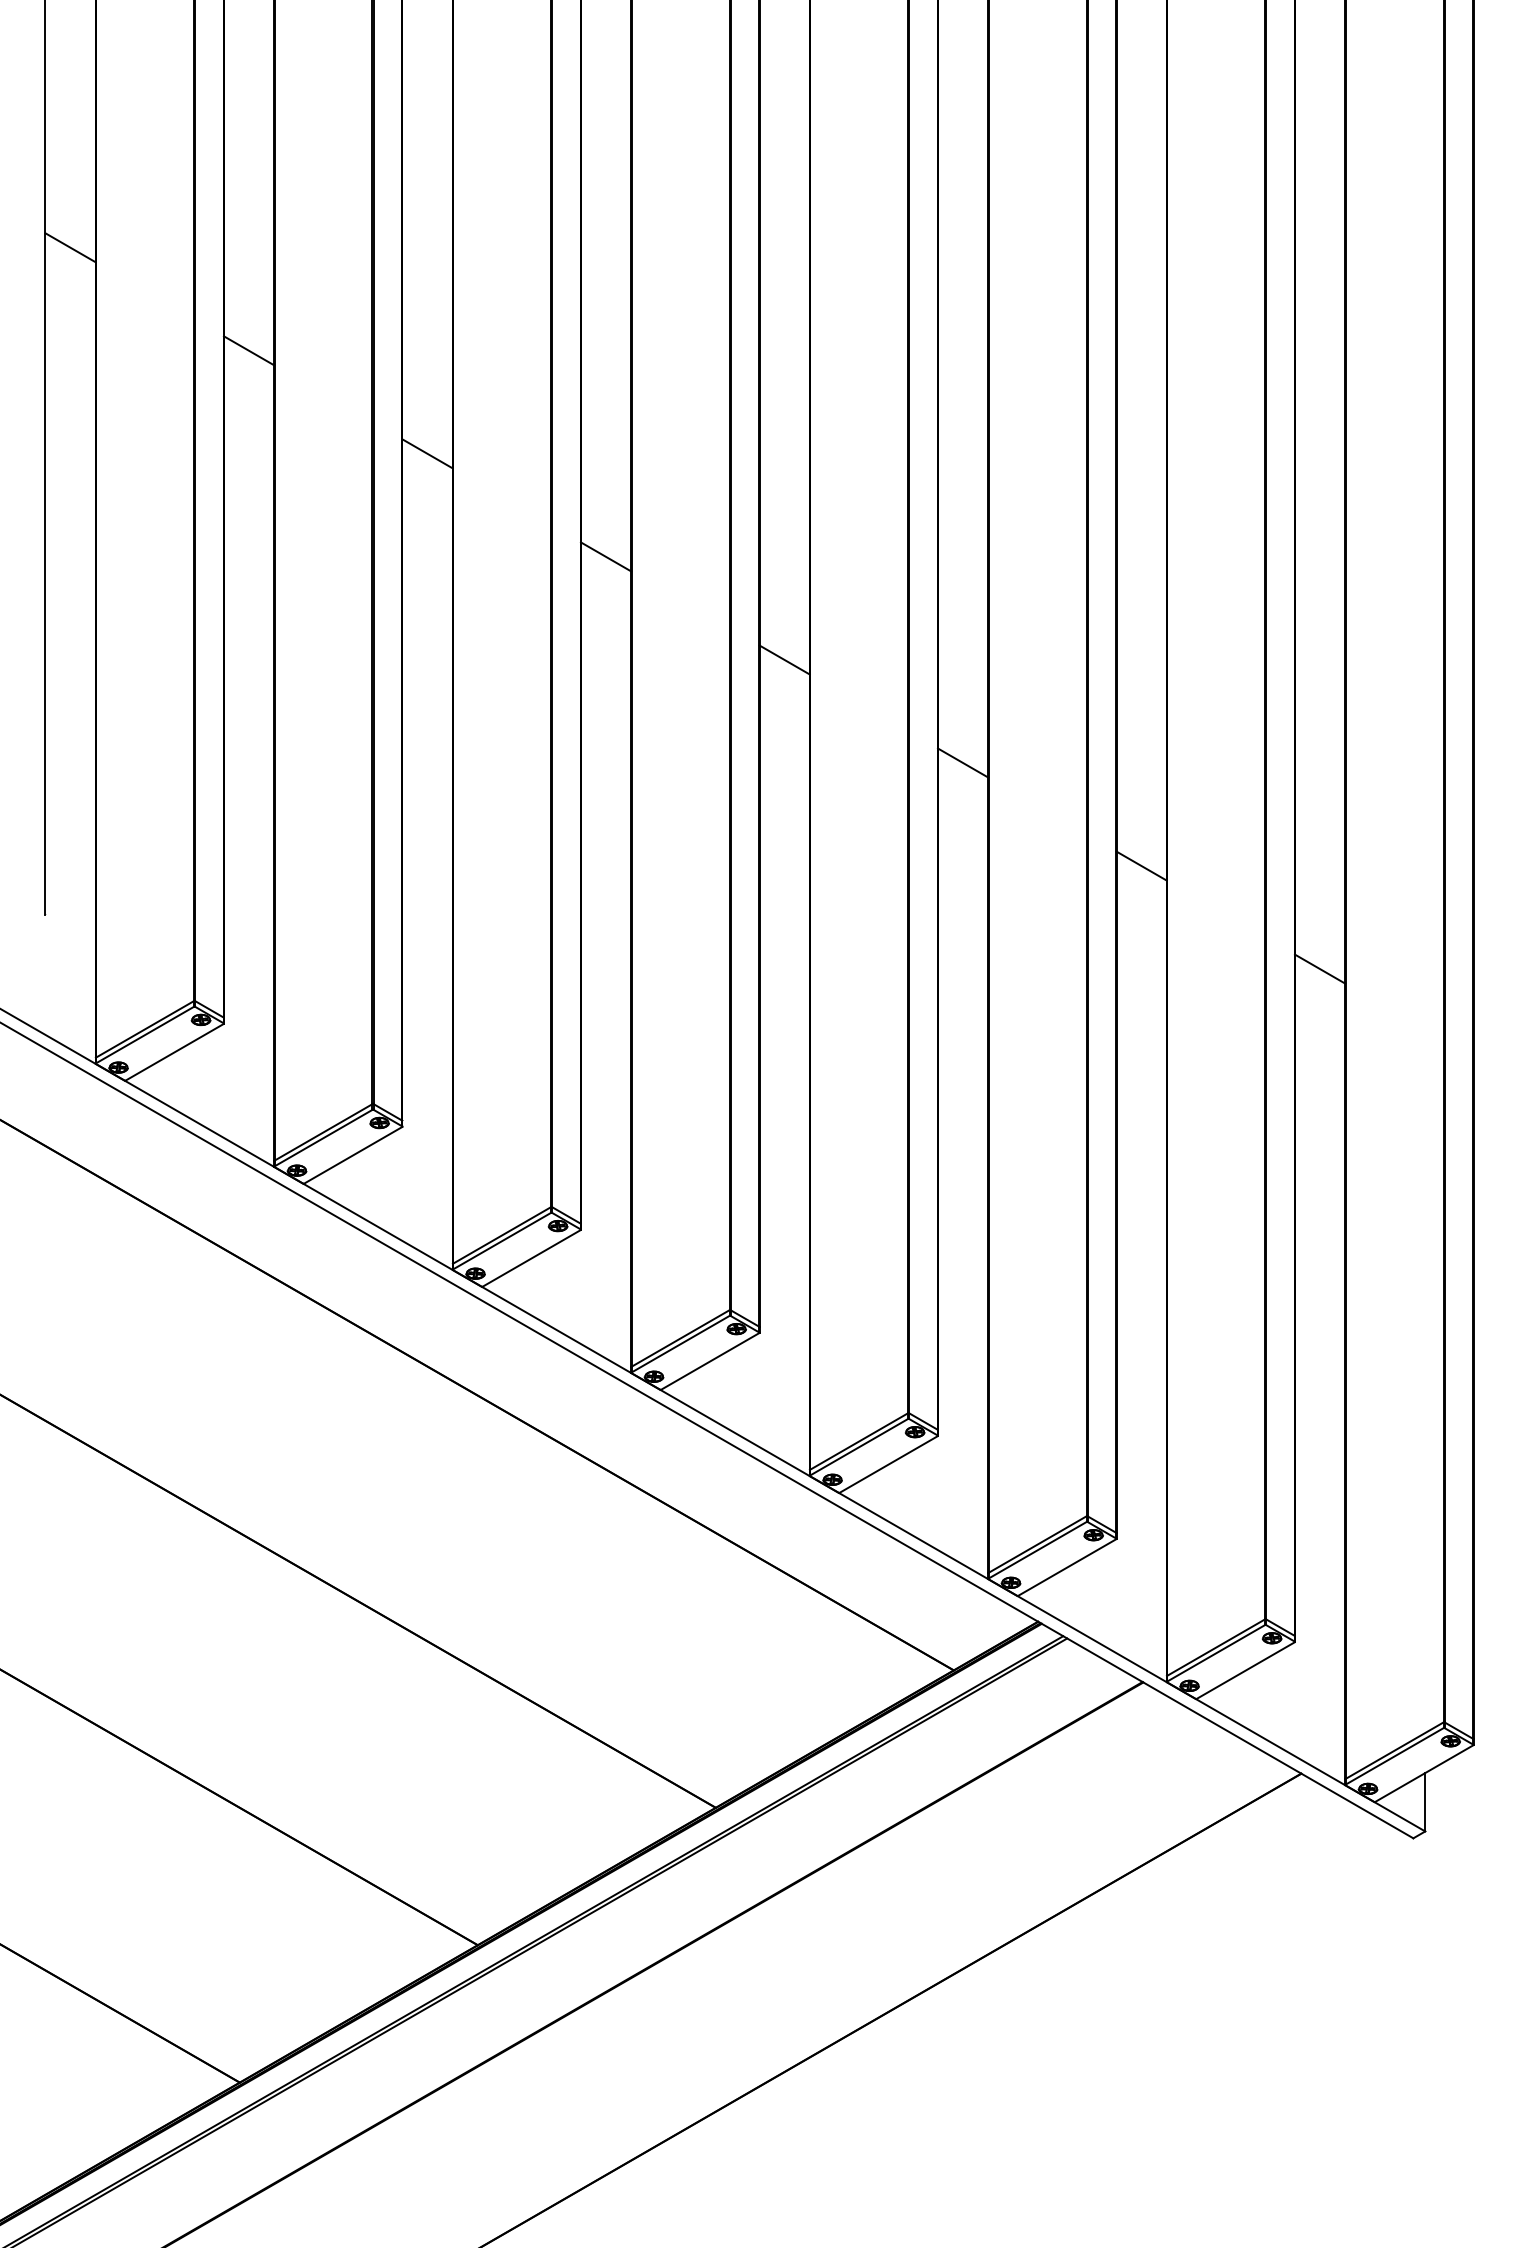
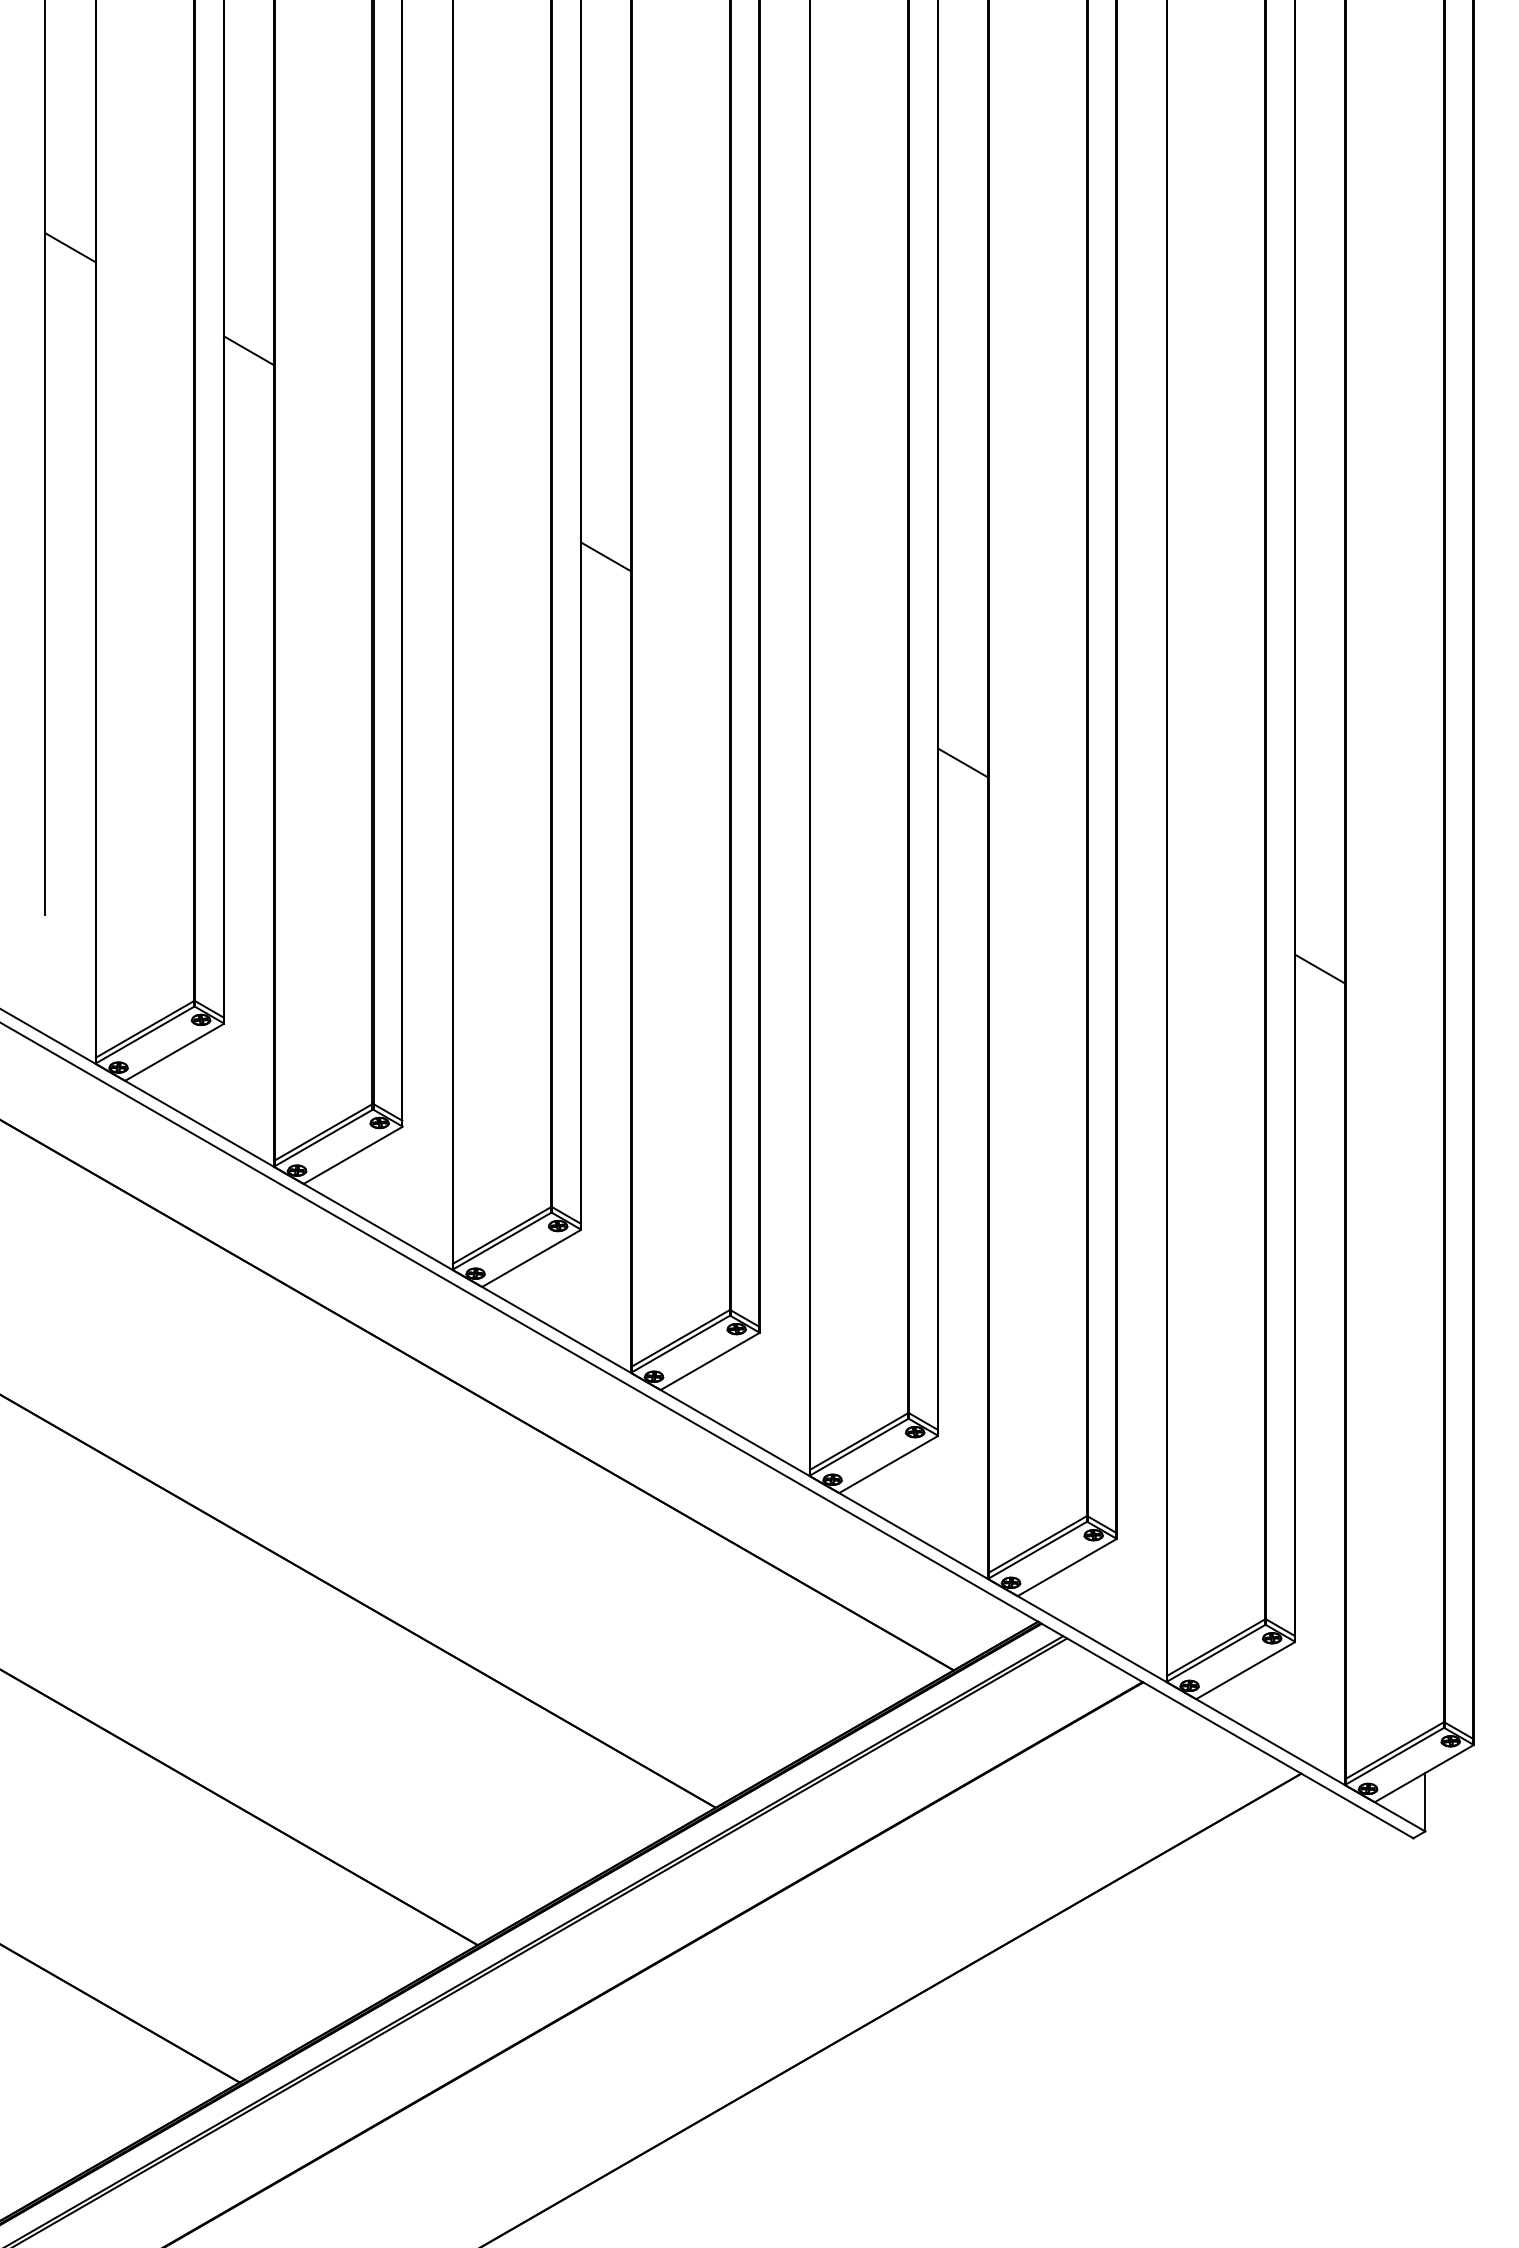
line at (427, 453): present -> none
line at (784, 659): present -> none
line at (1141, 865): present -> none
